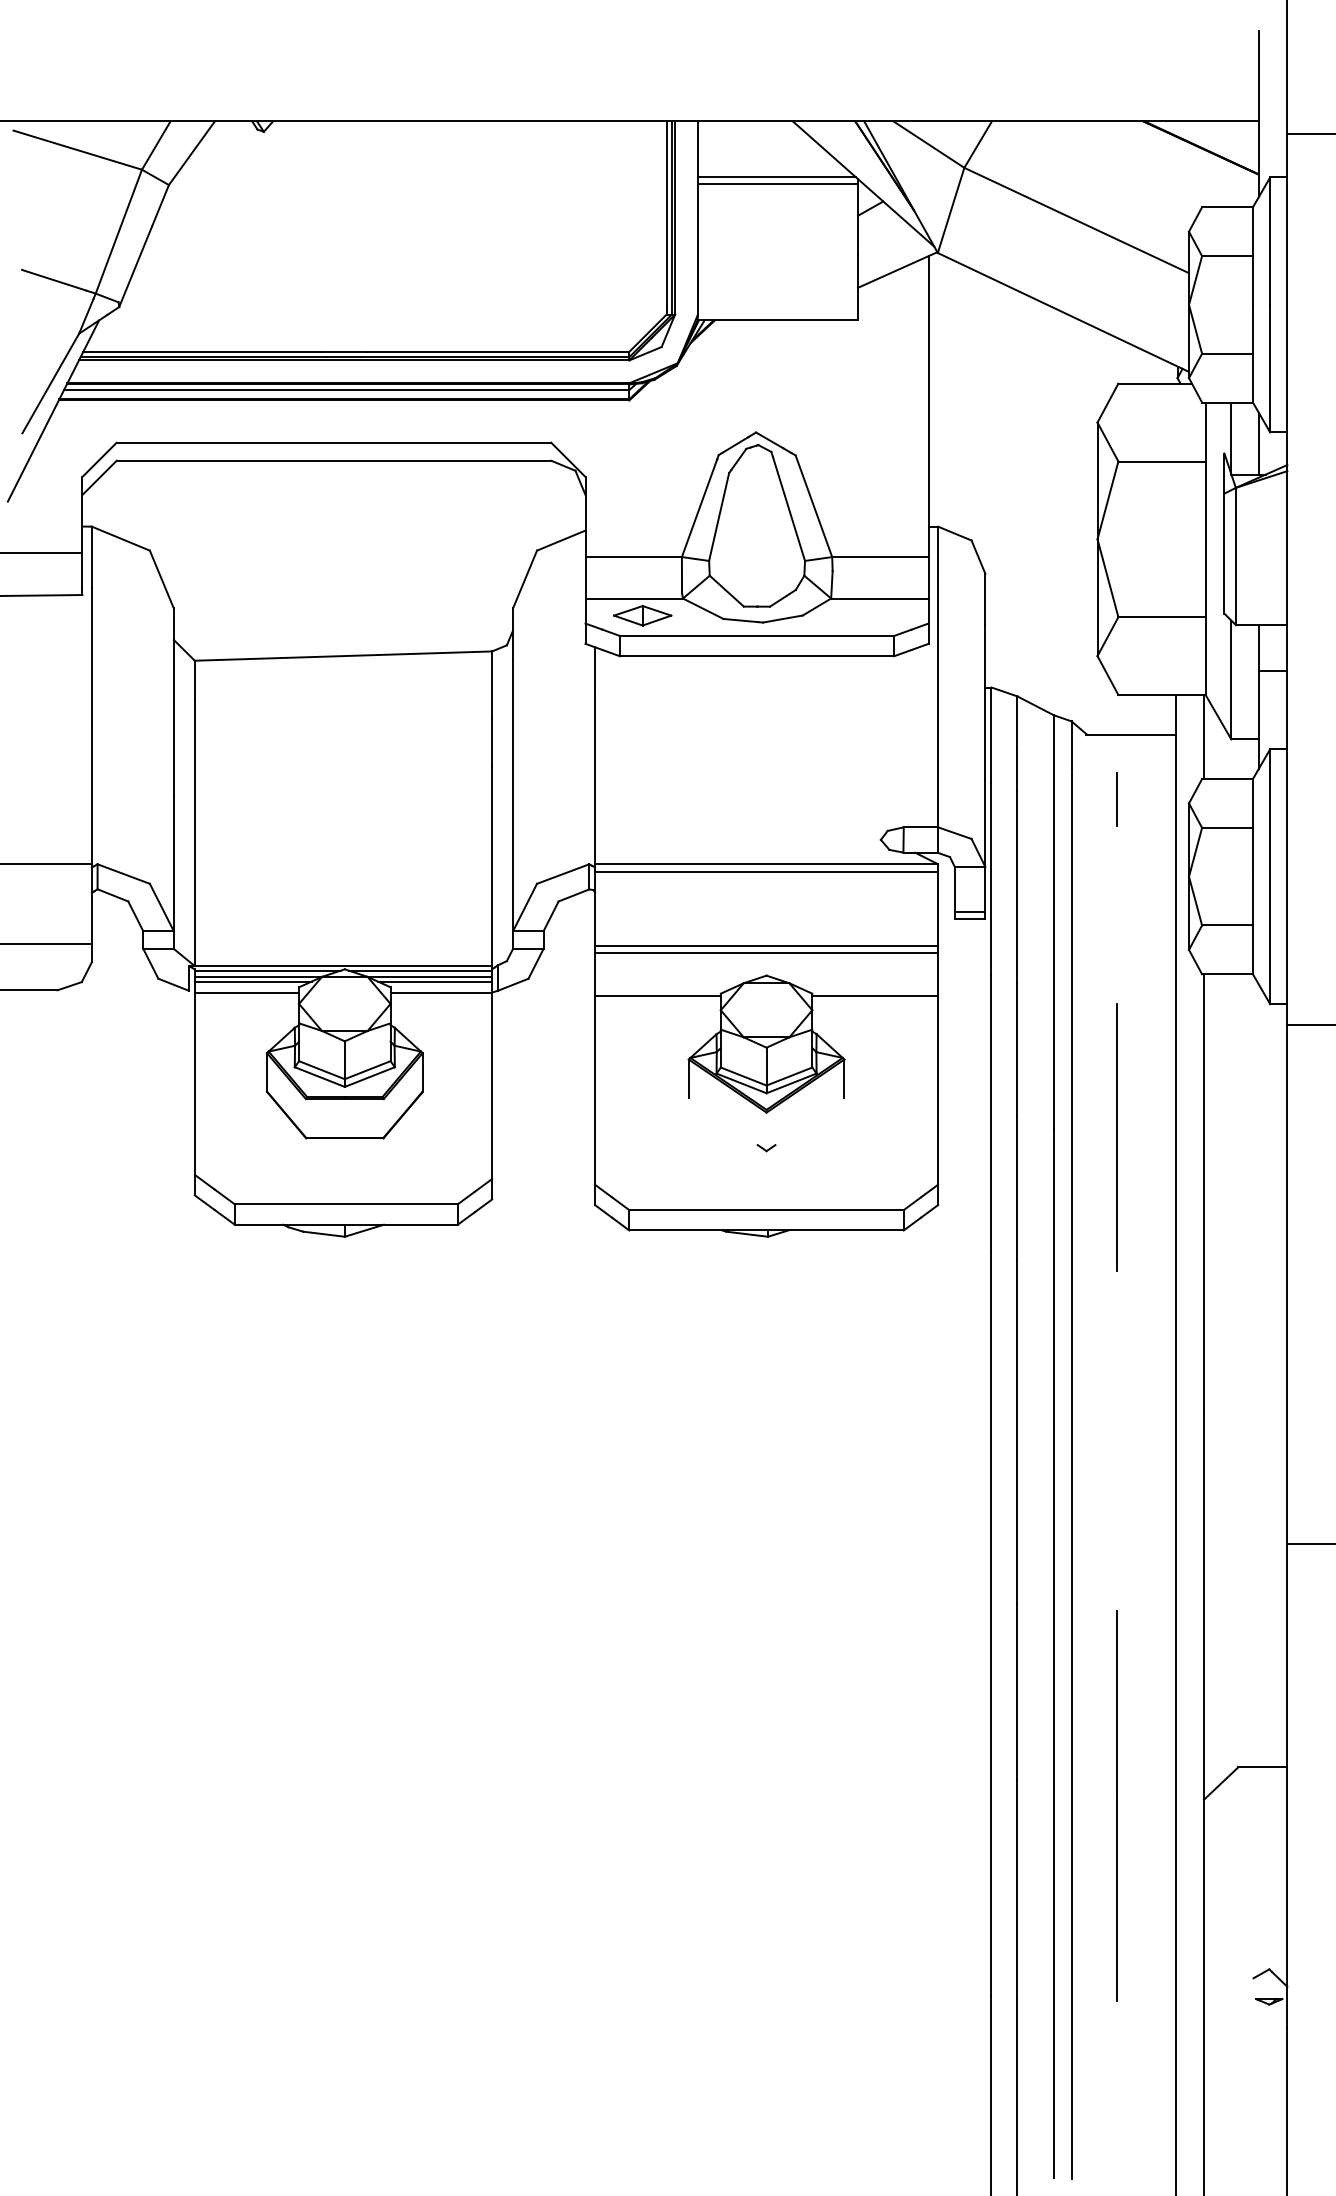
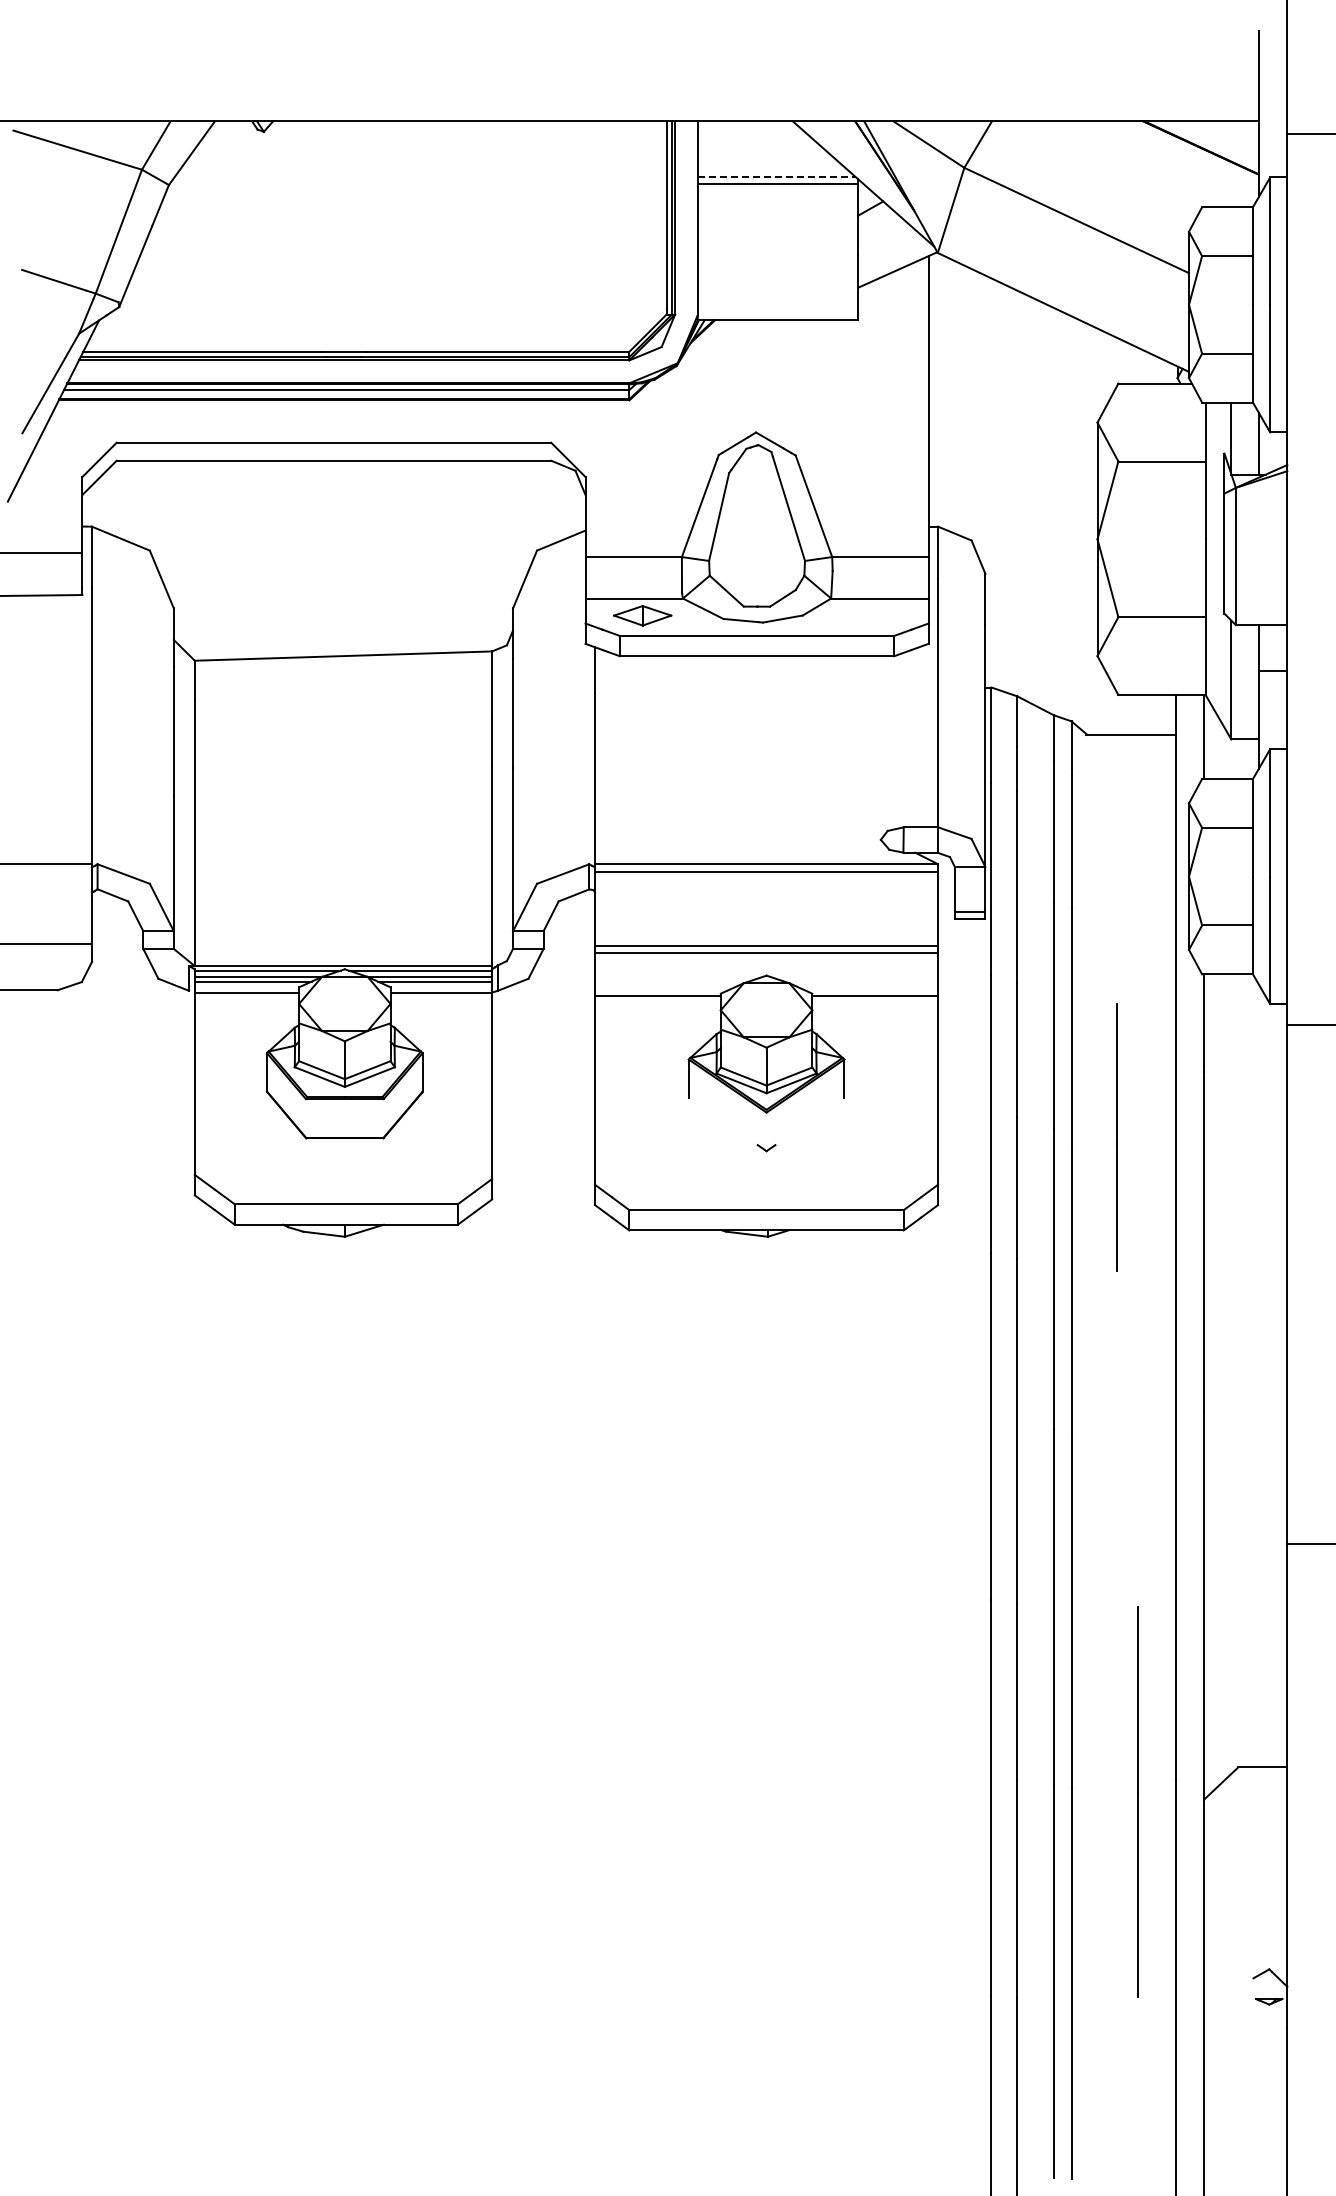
line at (776, 177): solid -> dashed
line at (1117, 799): present -> none
line at (1116, 1805) position: (1116, 1805) -> (1137, 1801)
